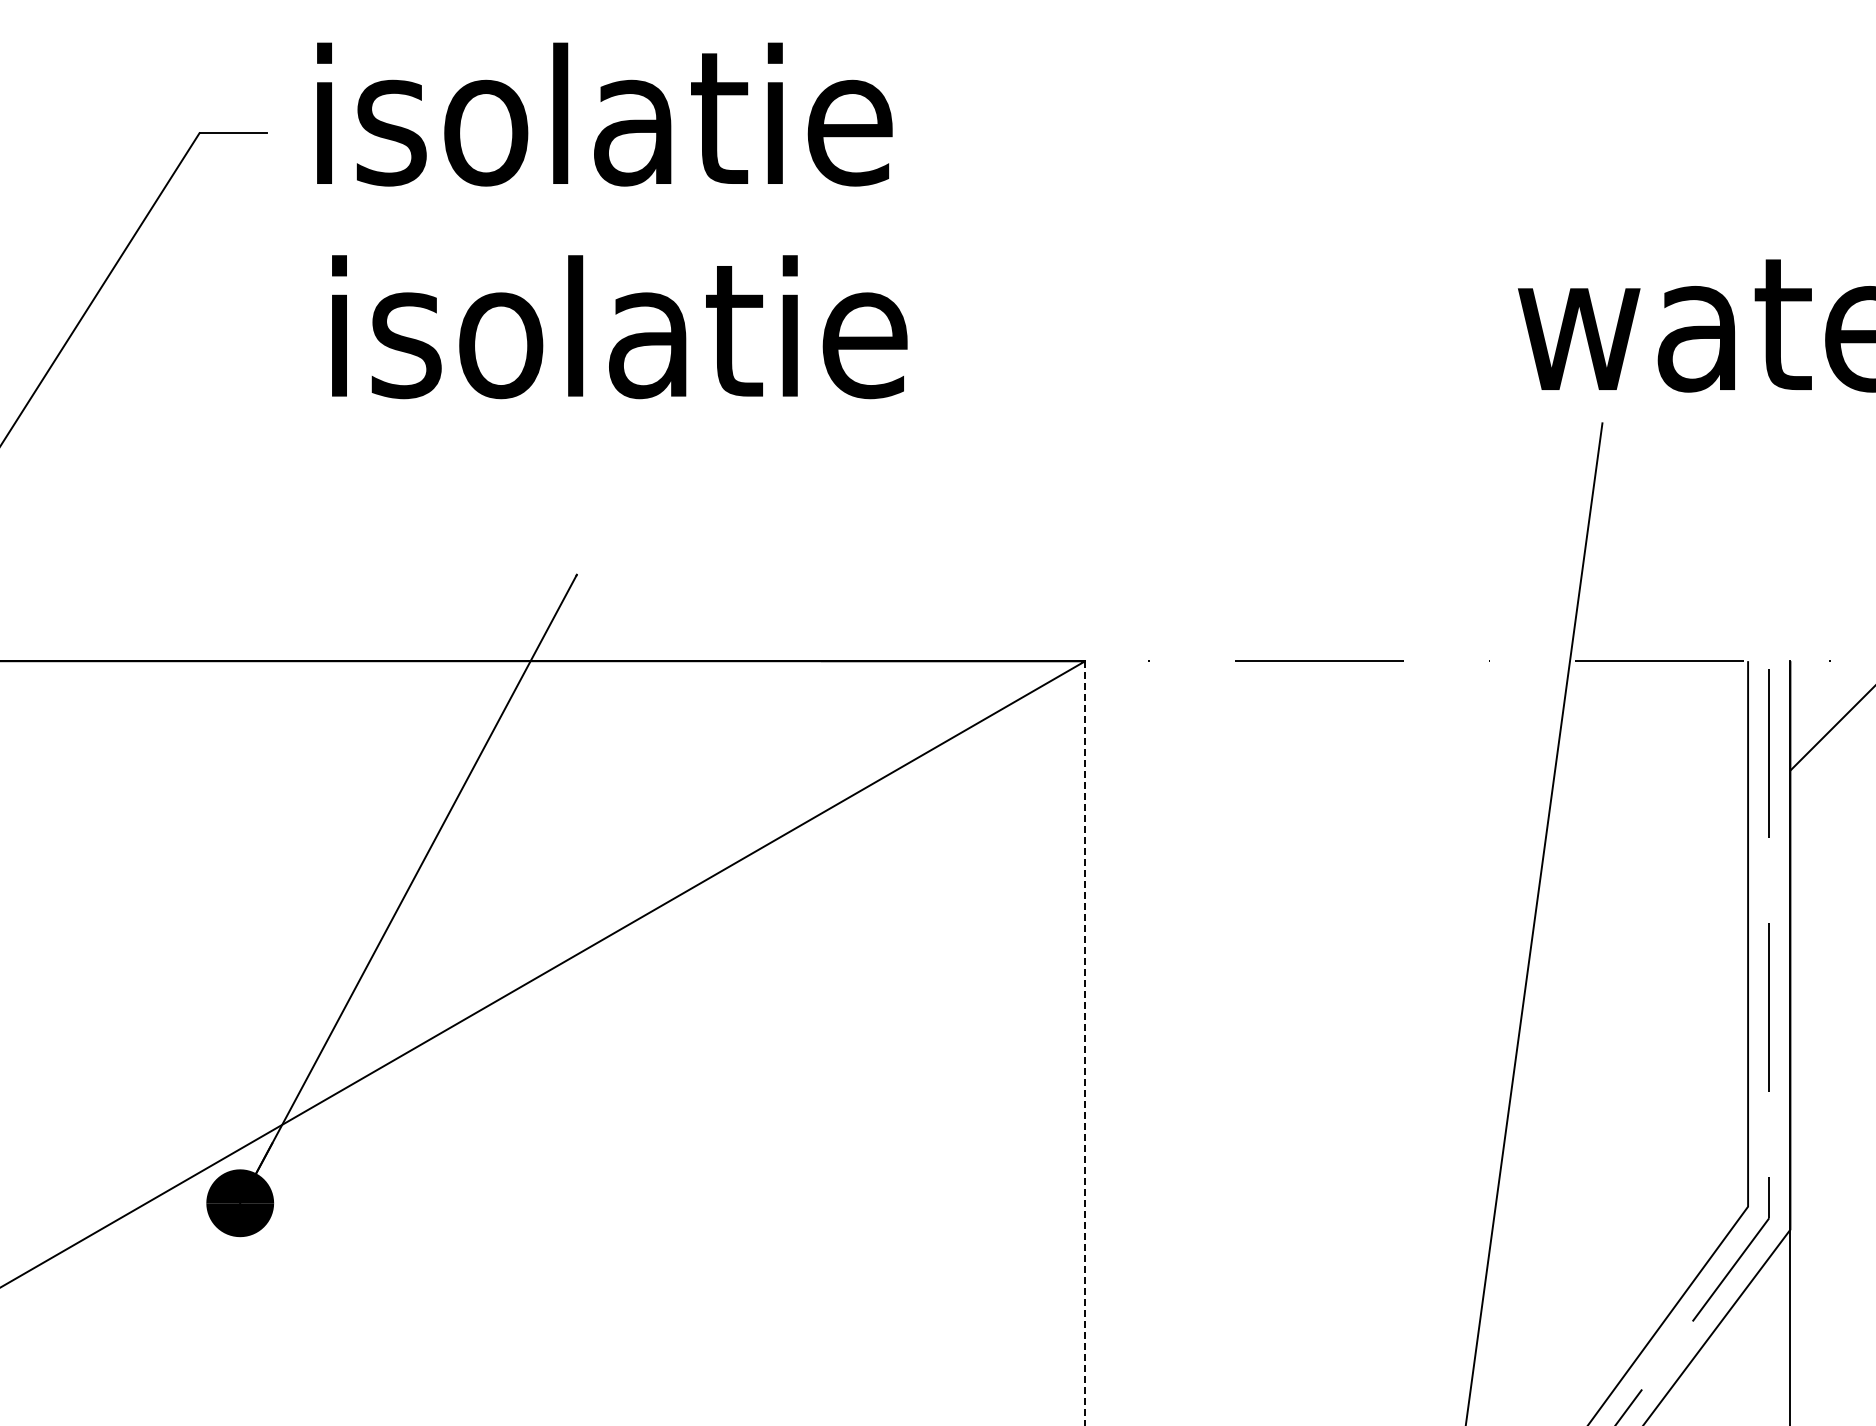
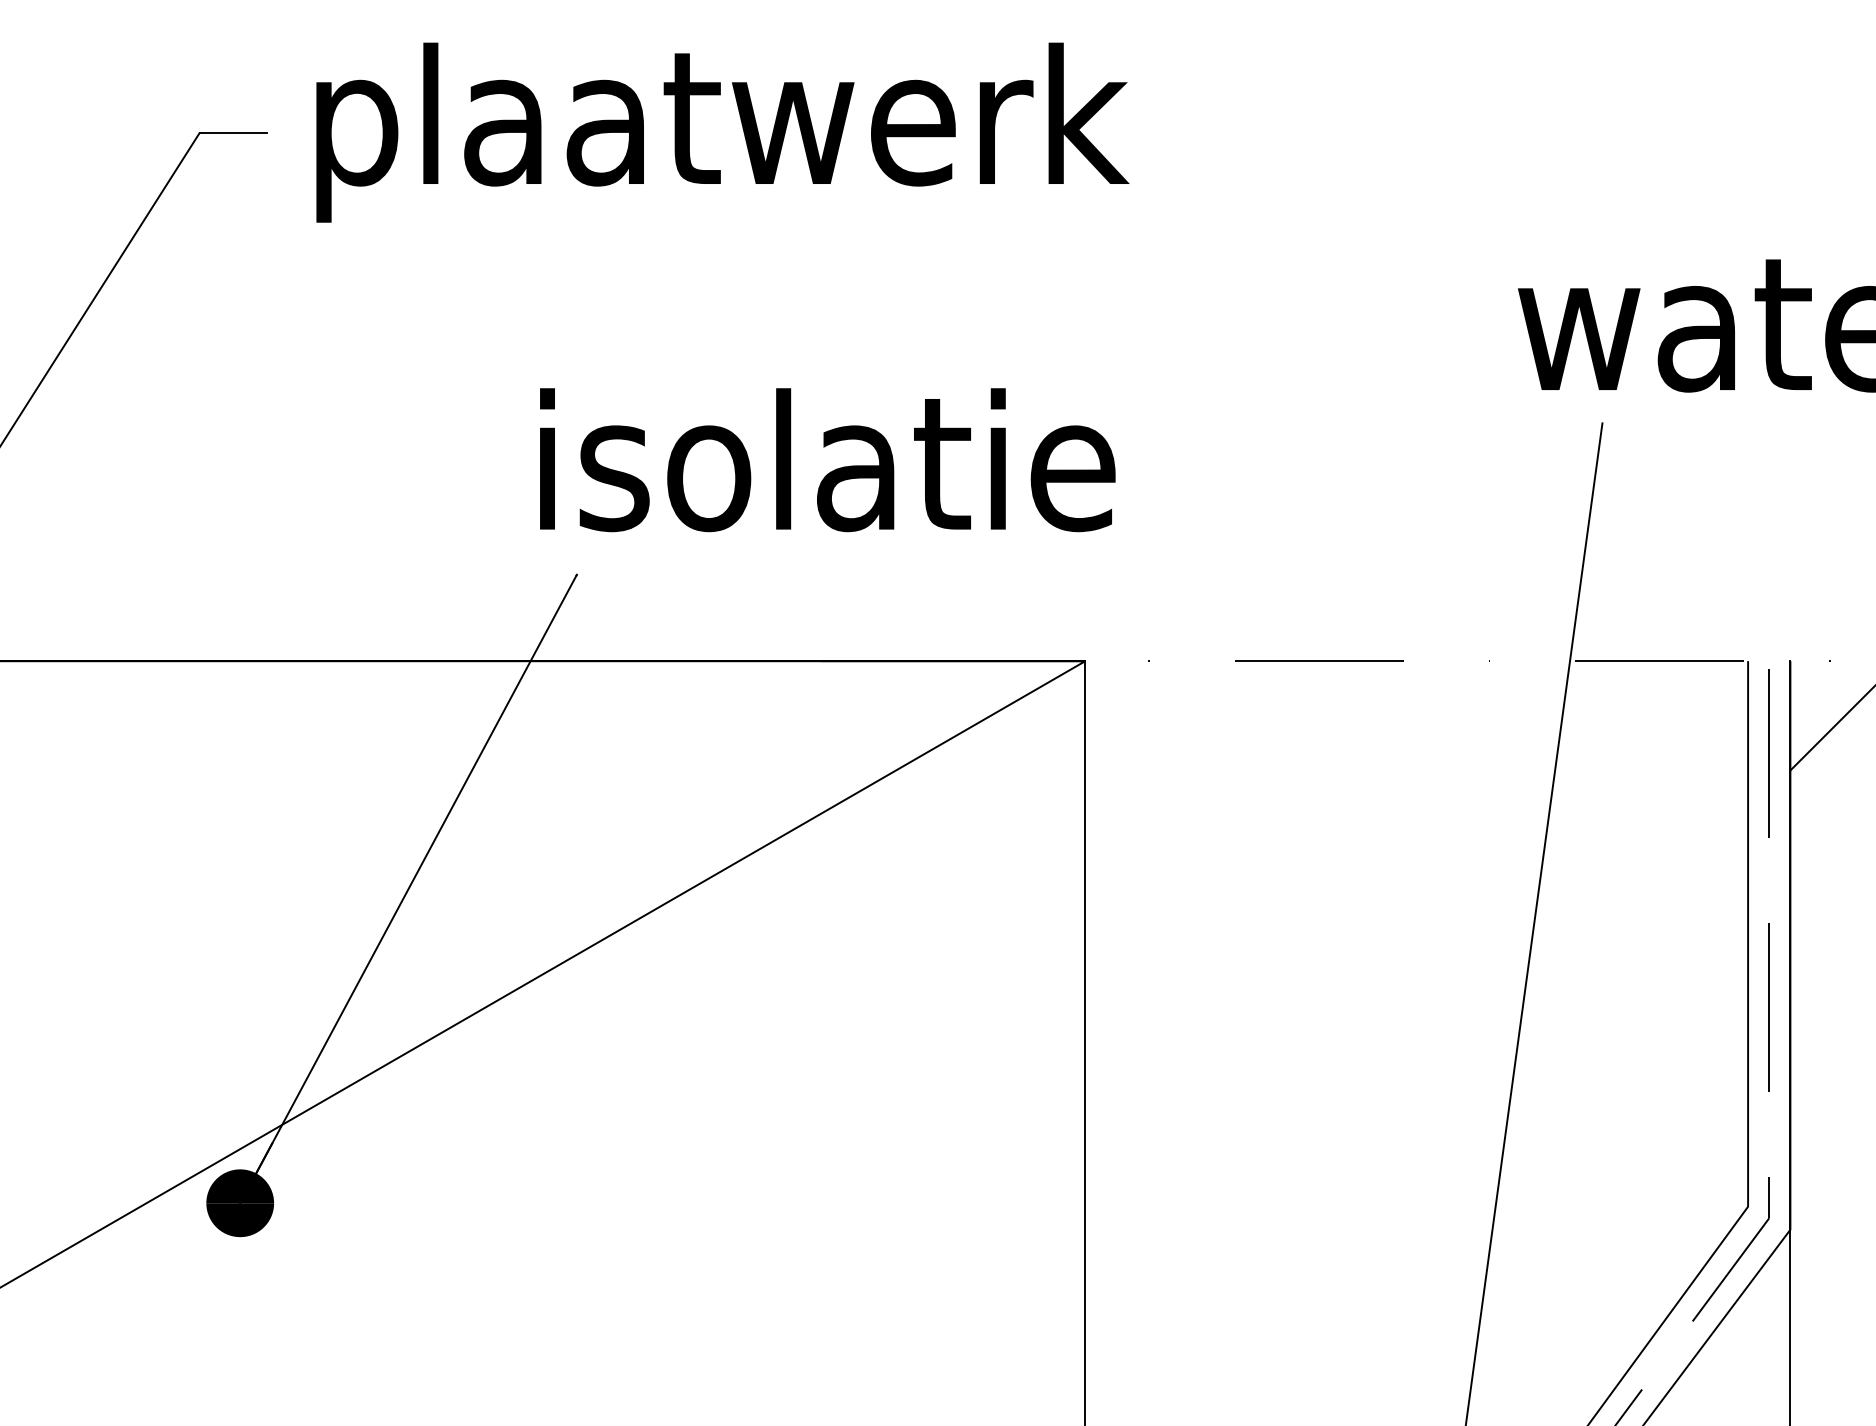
text at (722, 132): isolatie -> plaatwerk
text at (619, 327) position: (619, 327) -> (827, 460)
line at (1085, 1044): dashed -> solid
